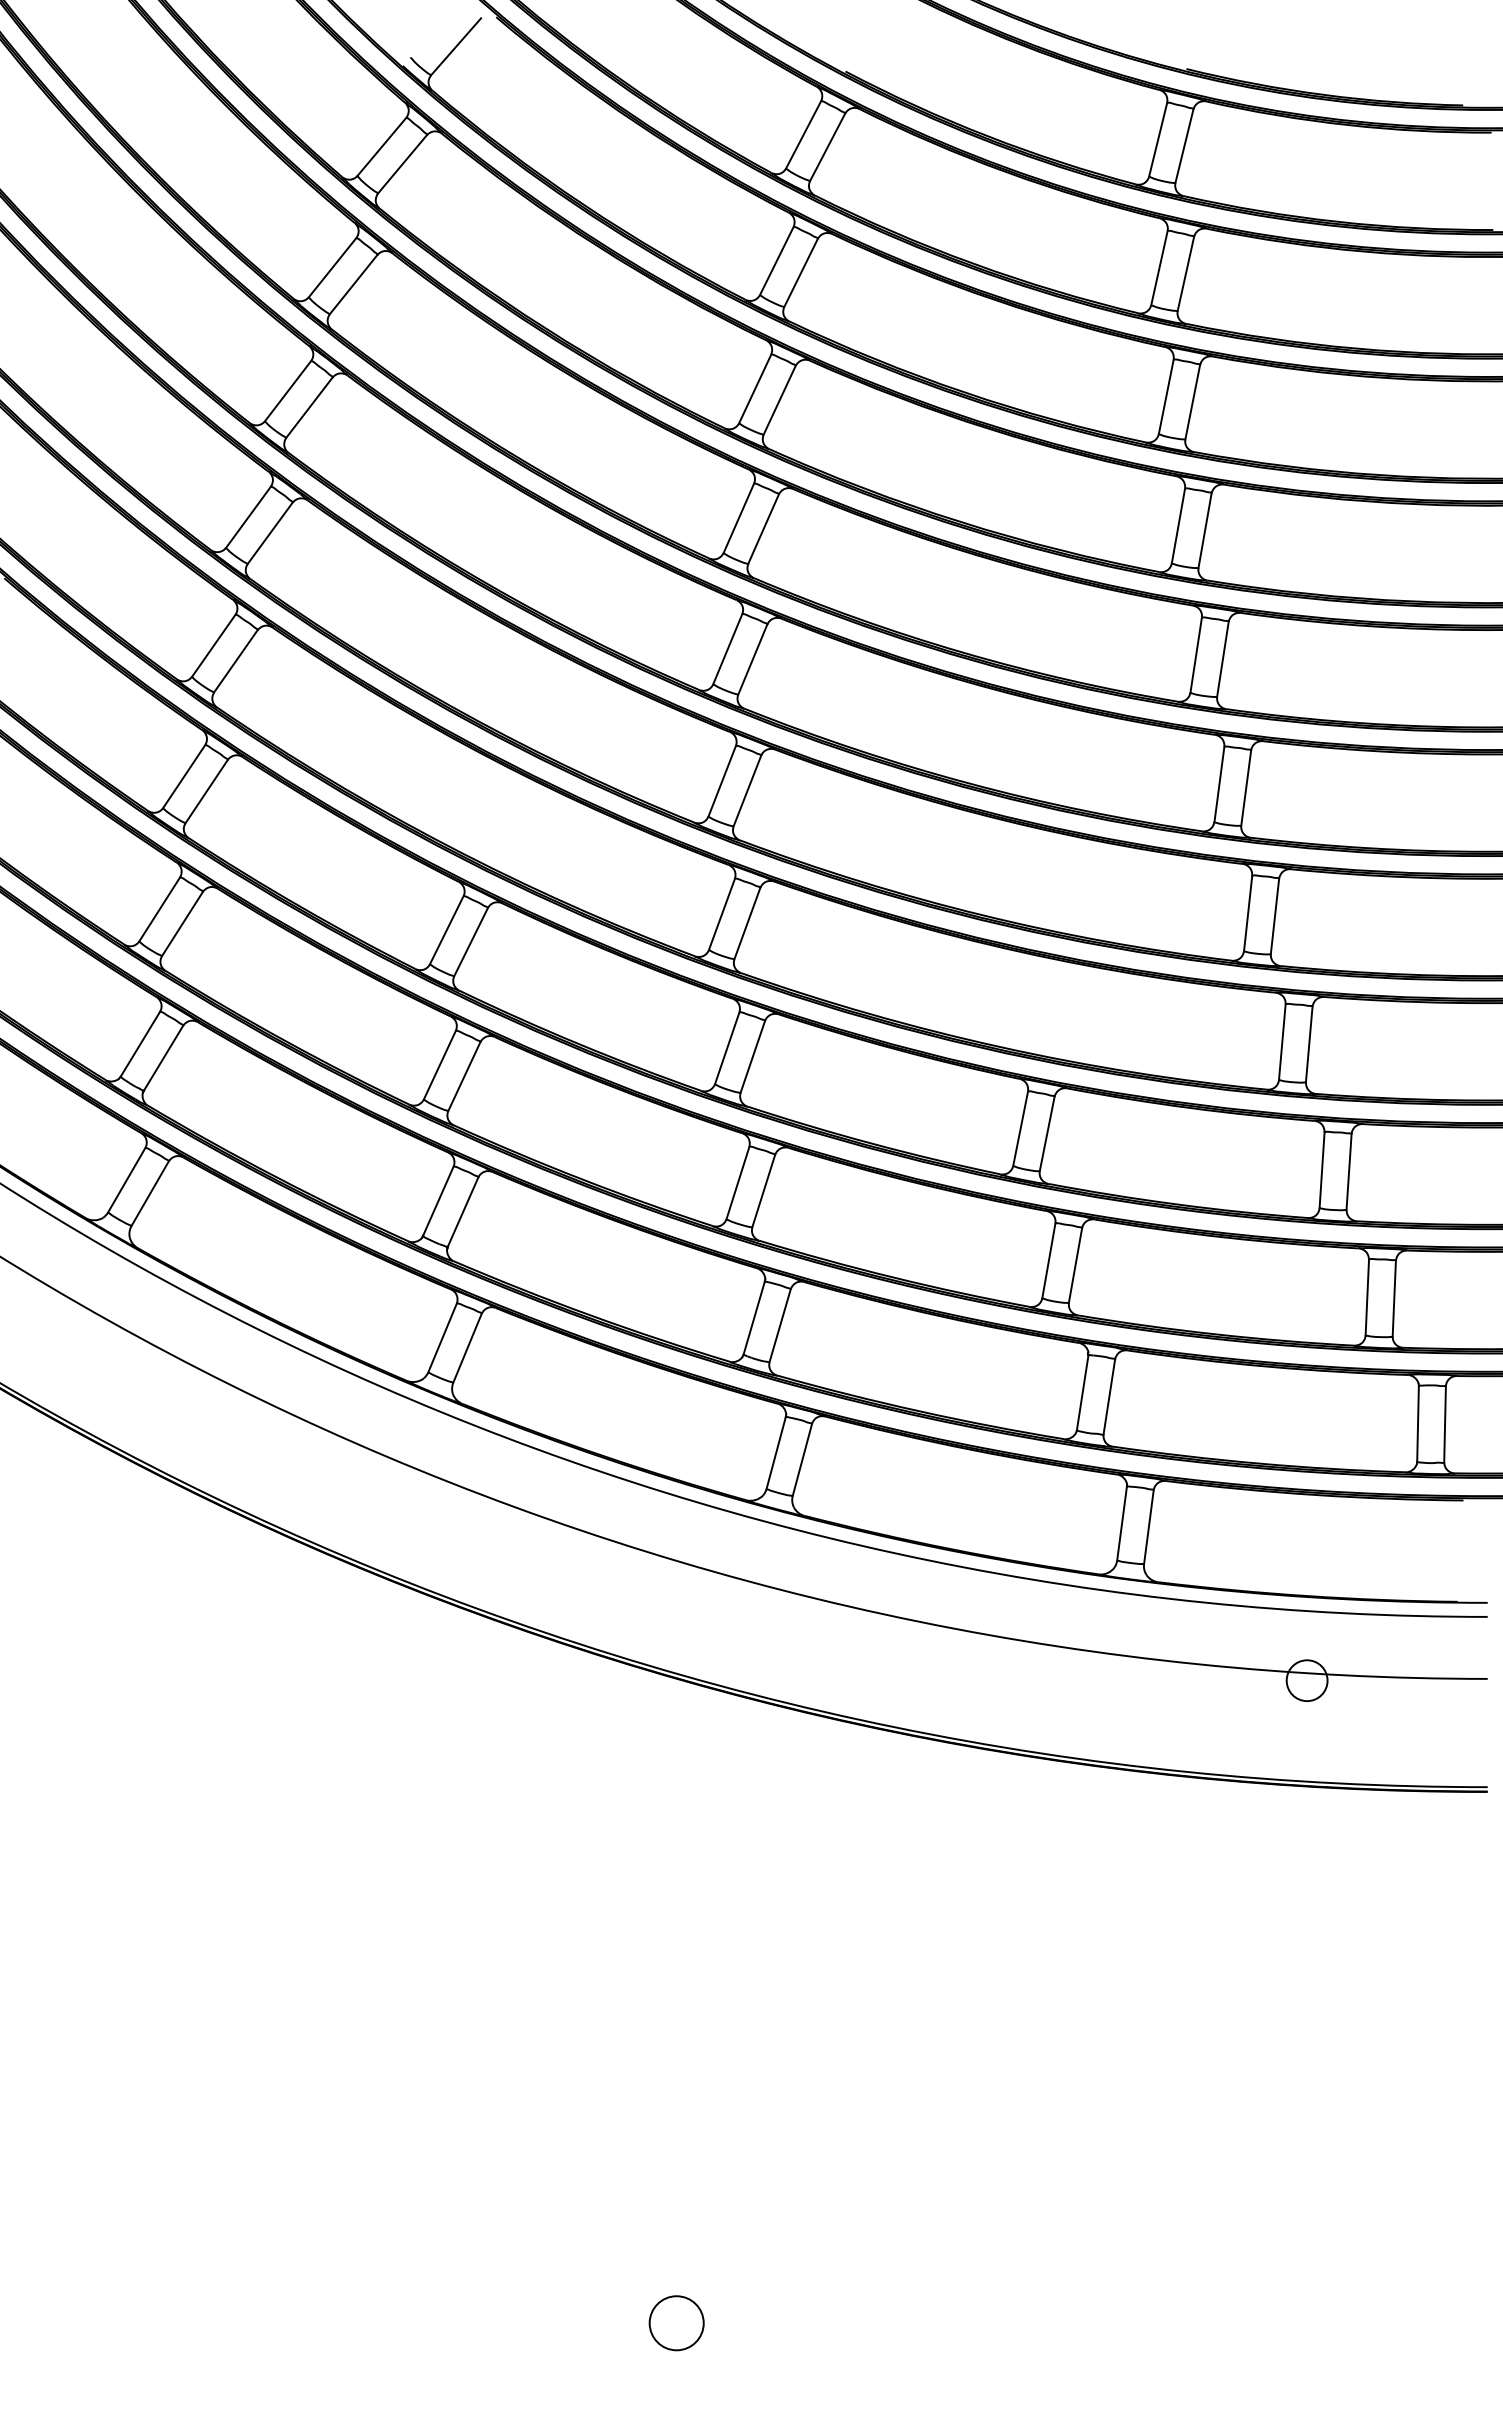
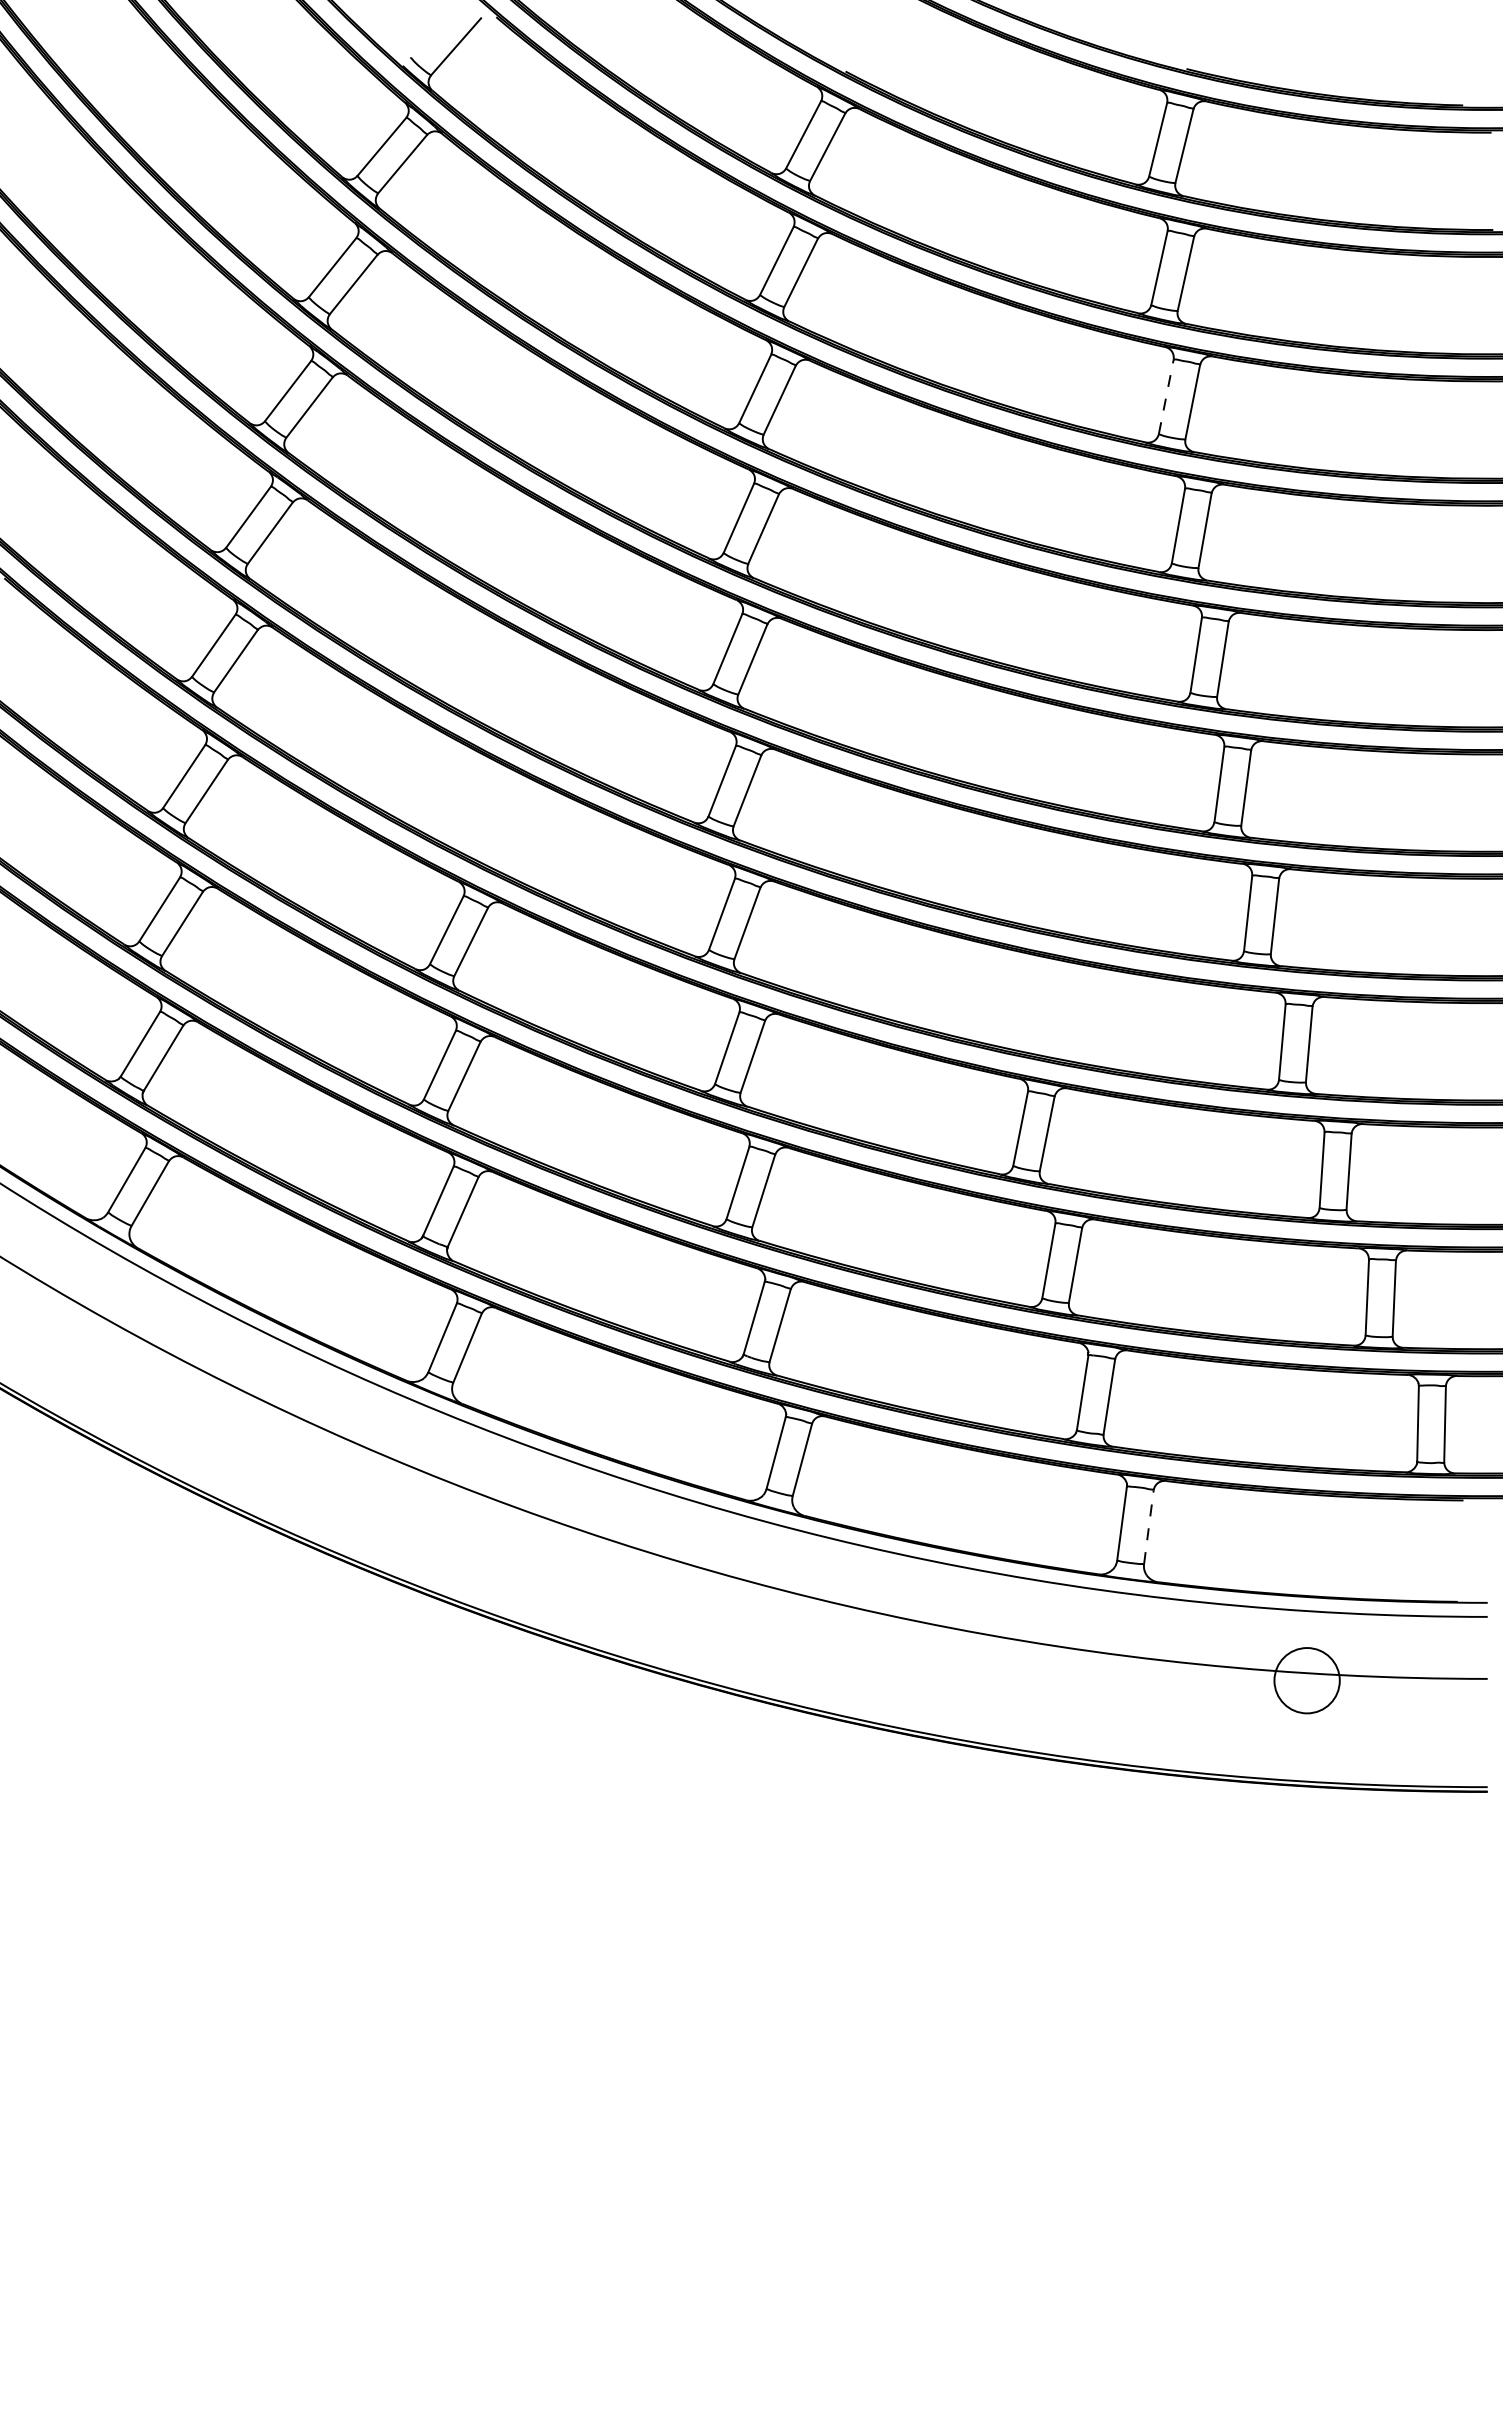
line at (1166, 396): solid -> dashed
line at (1148, 1526): solid -> dashed
circle at (1306, 1680) diameter: 41 px -> 65 px
circle at (676, 2323): present -> none
